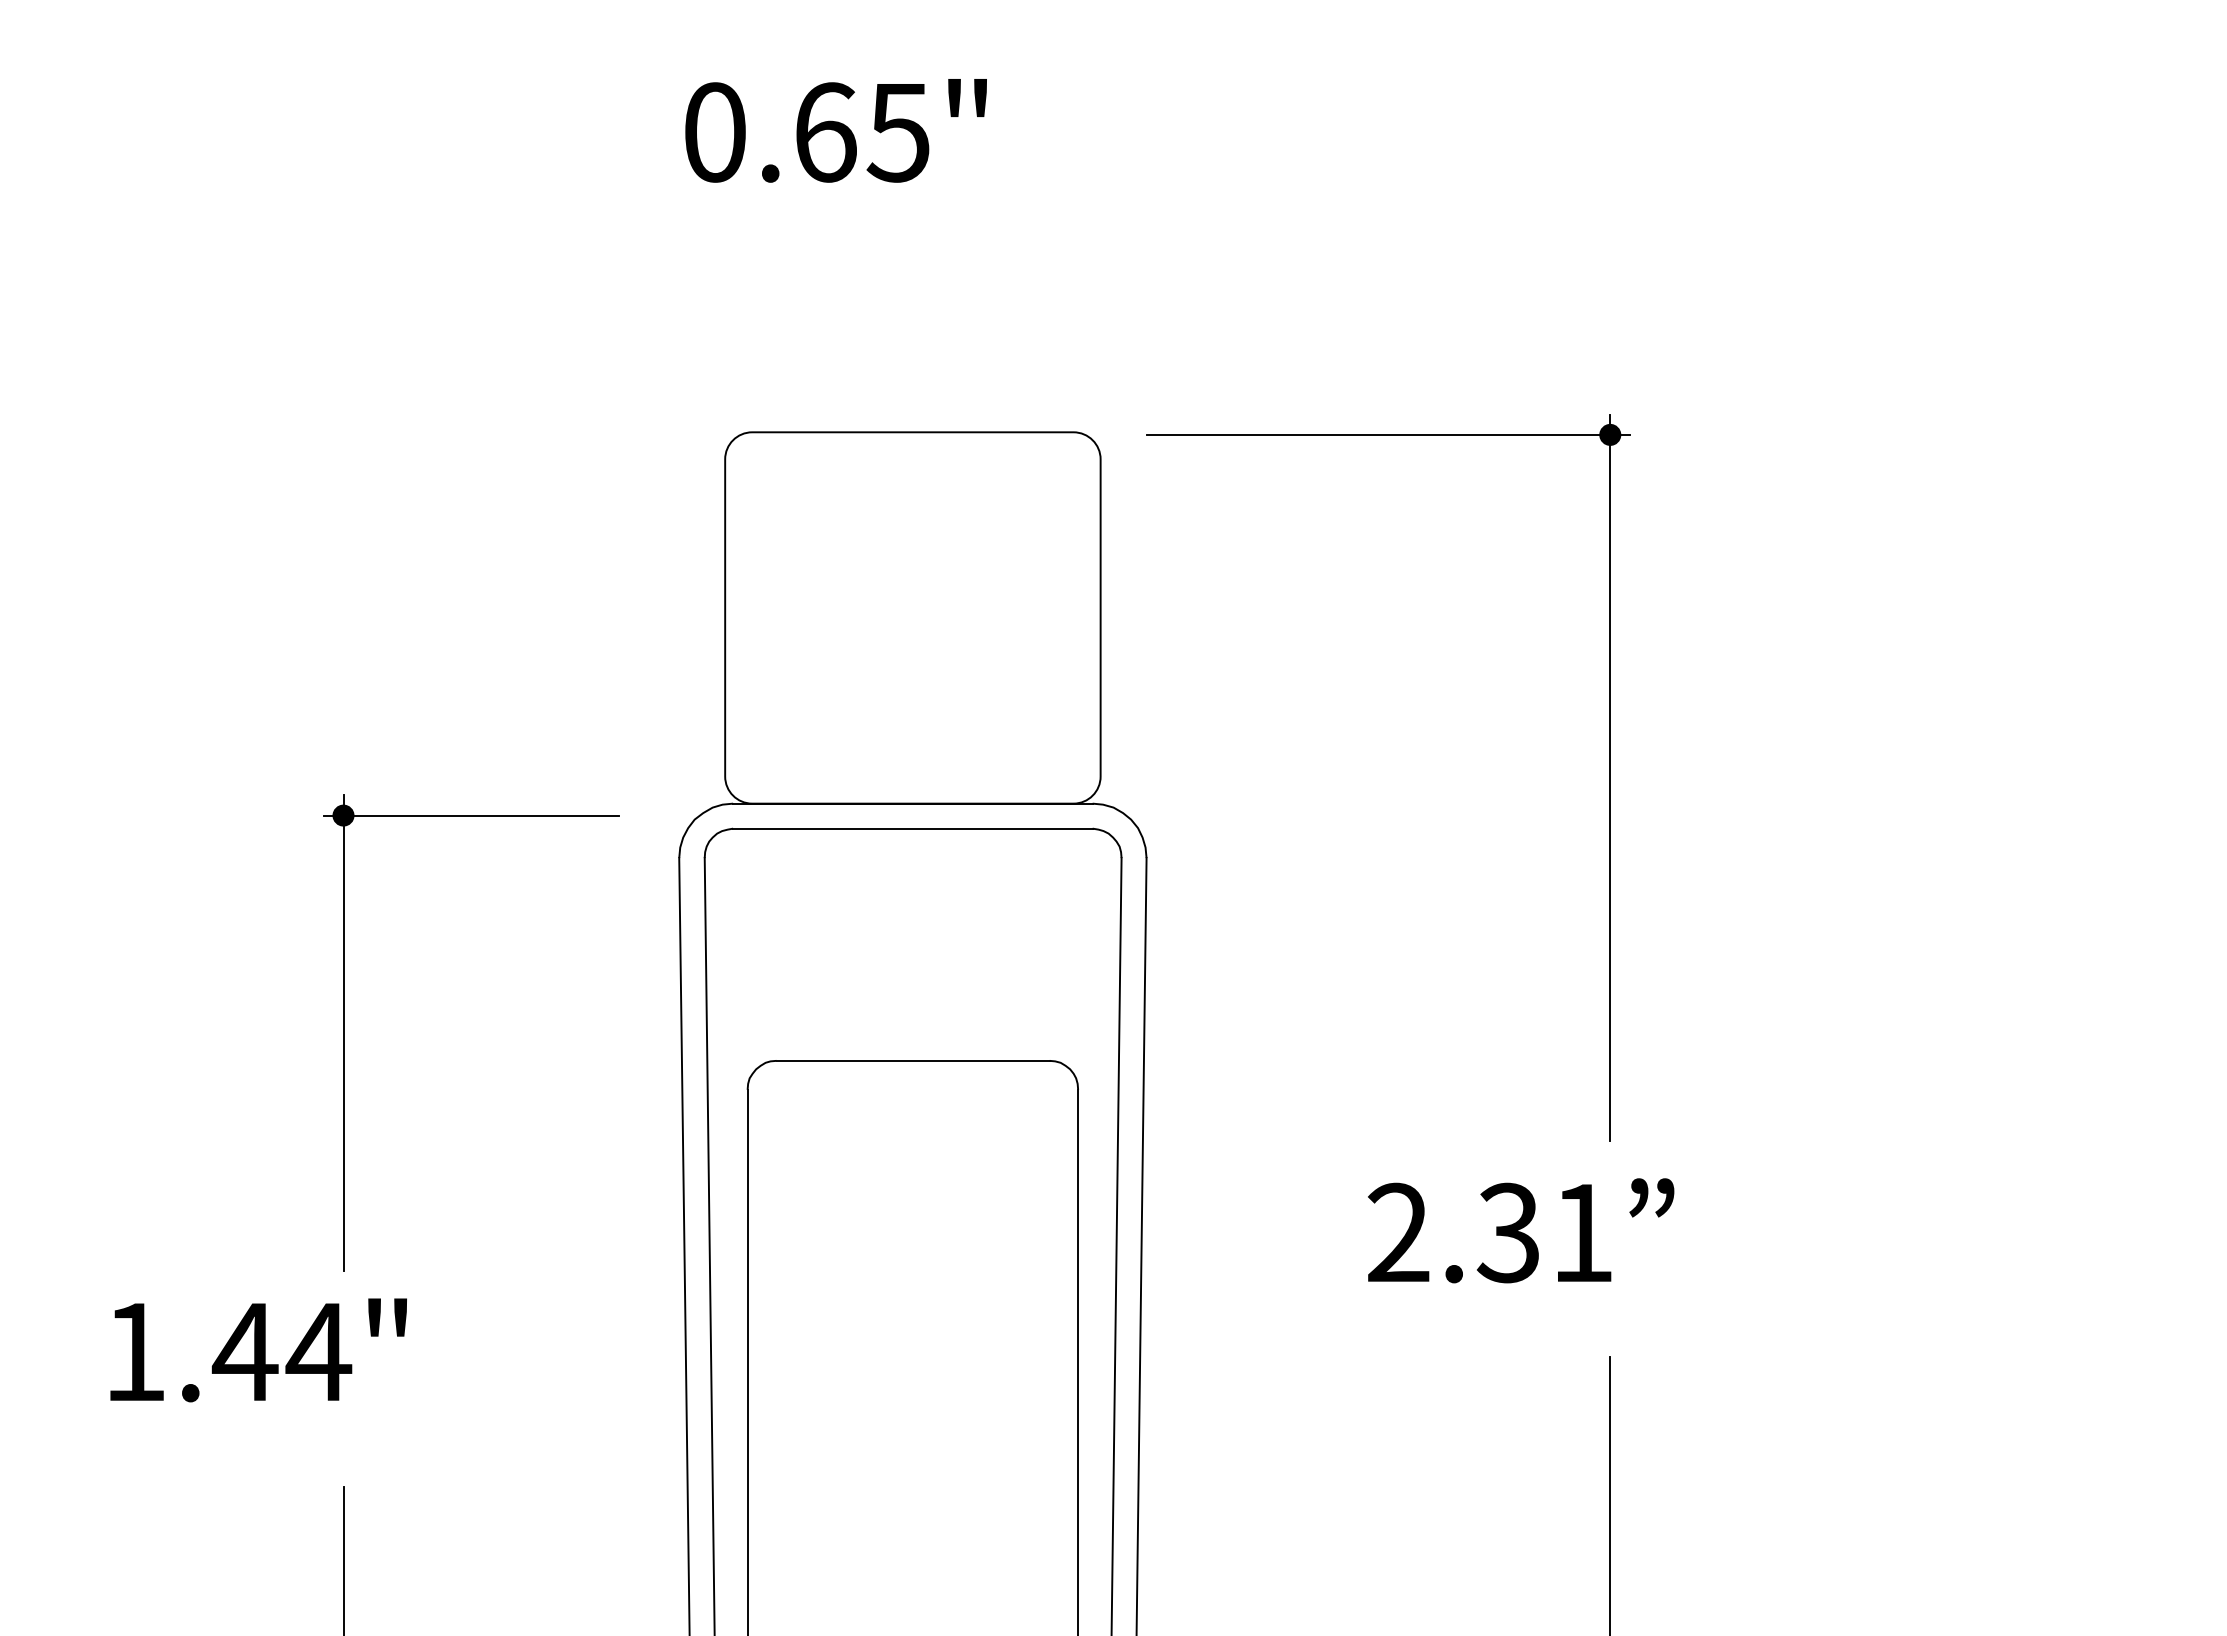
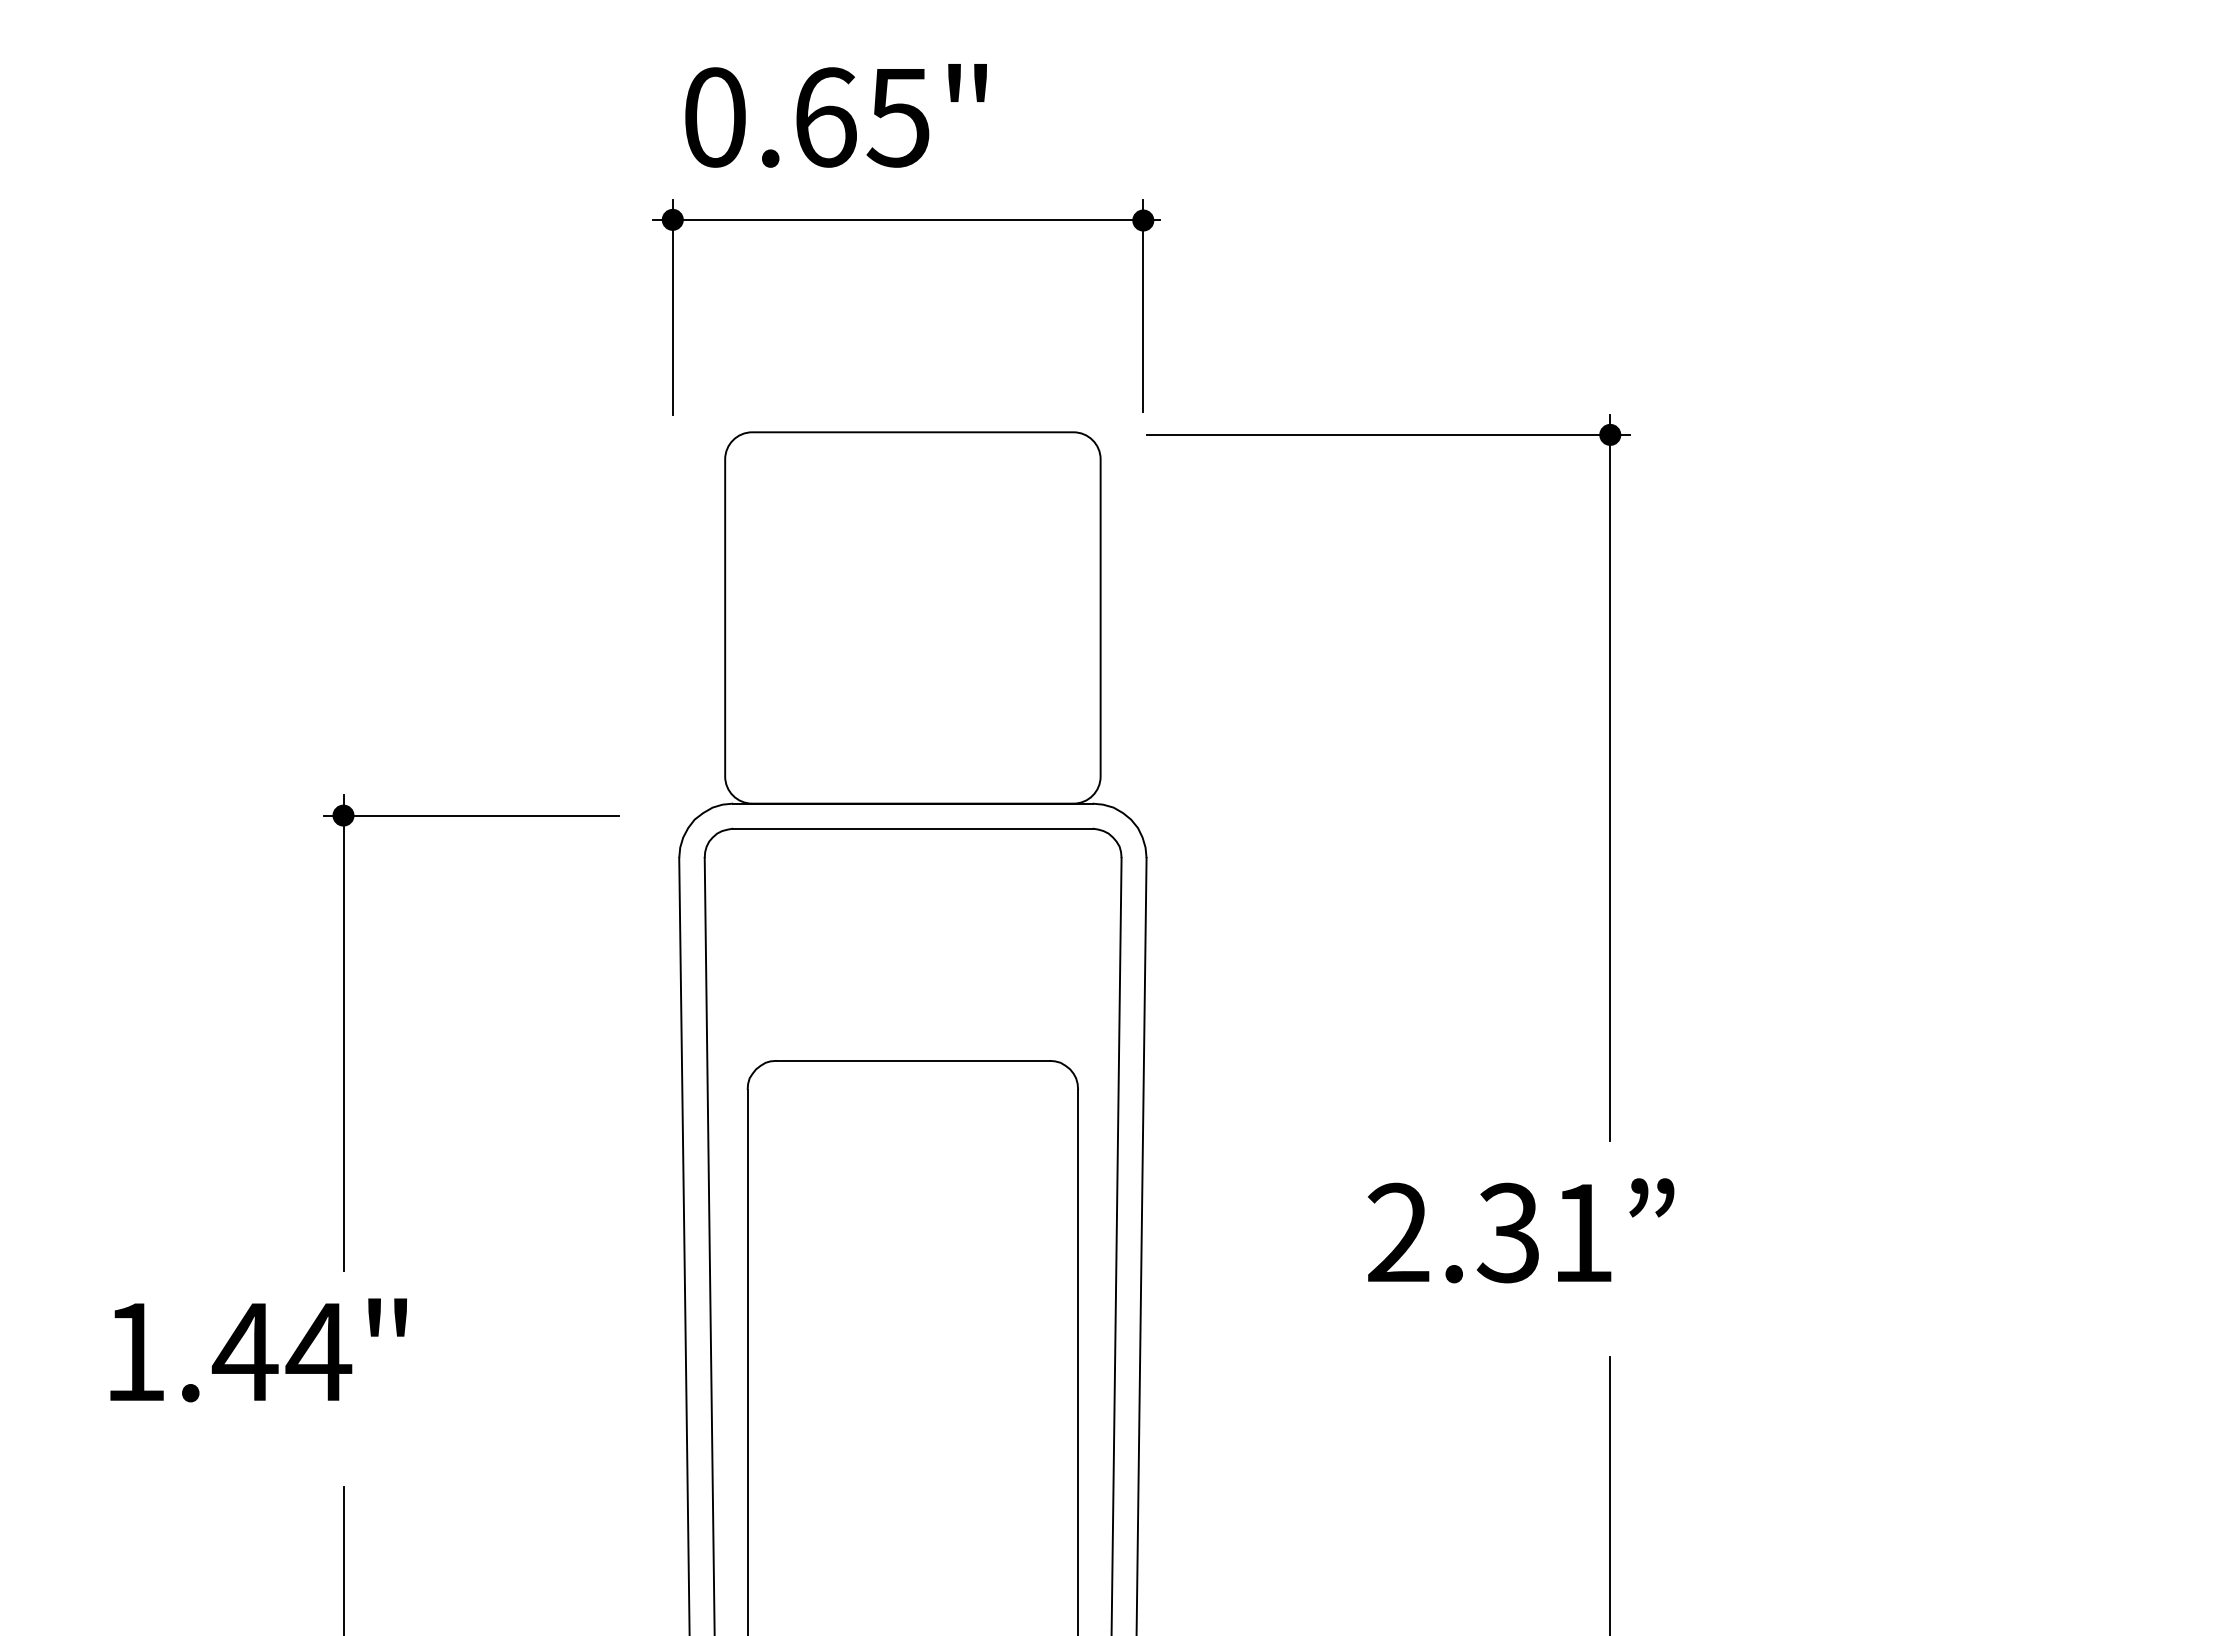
text at (835, 130) position: (835, 130) -> (835, 115)
part at (906, 220): none -> present
